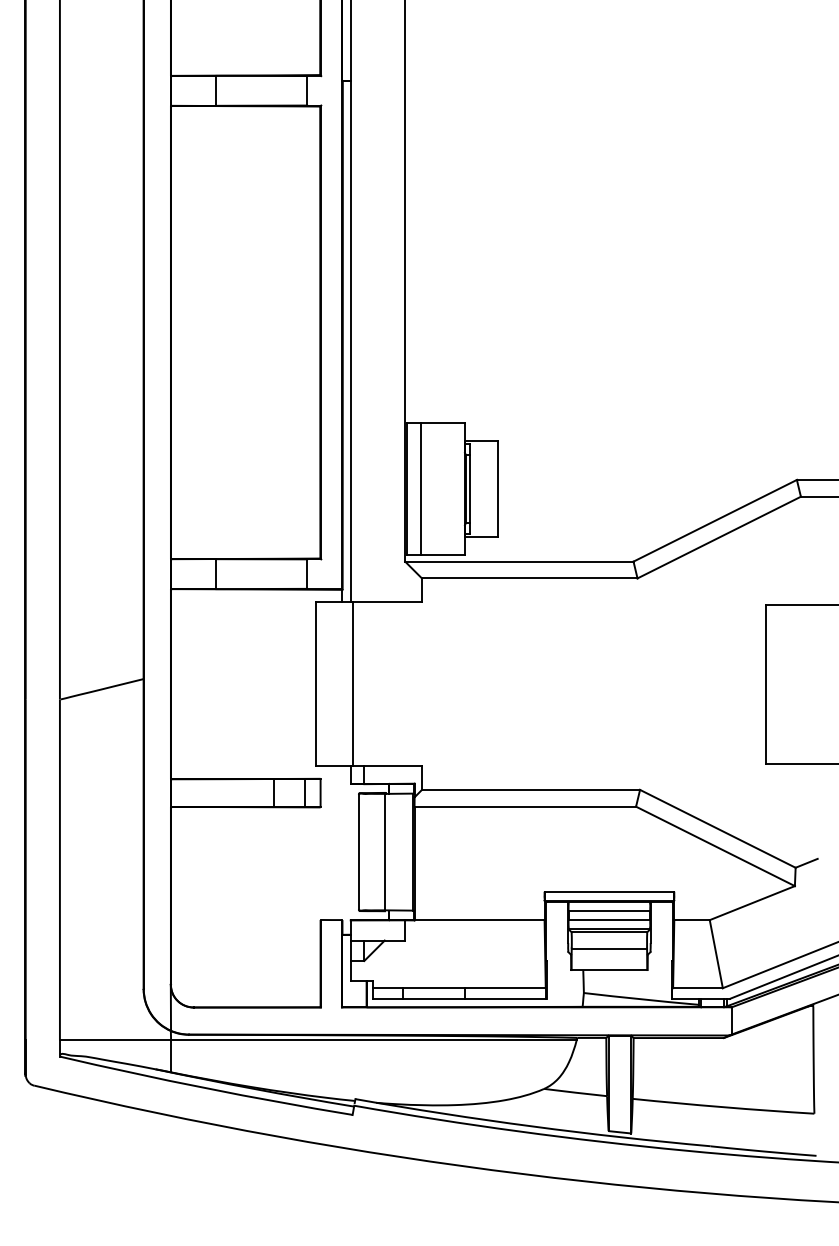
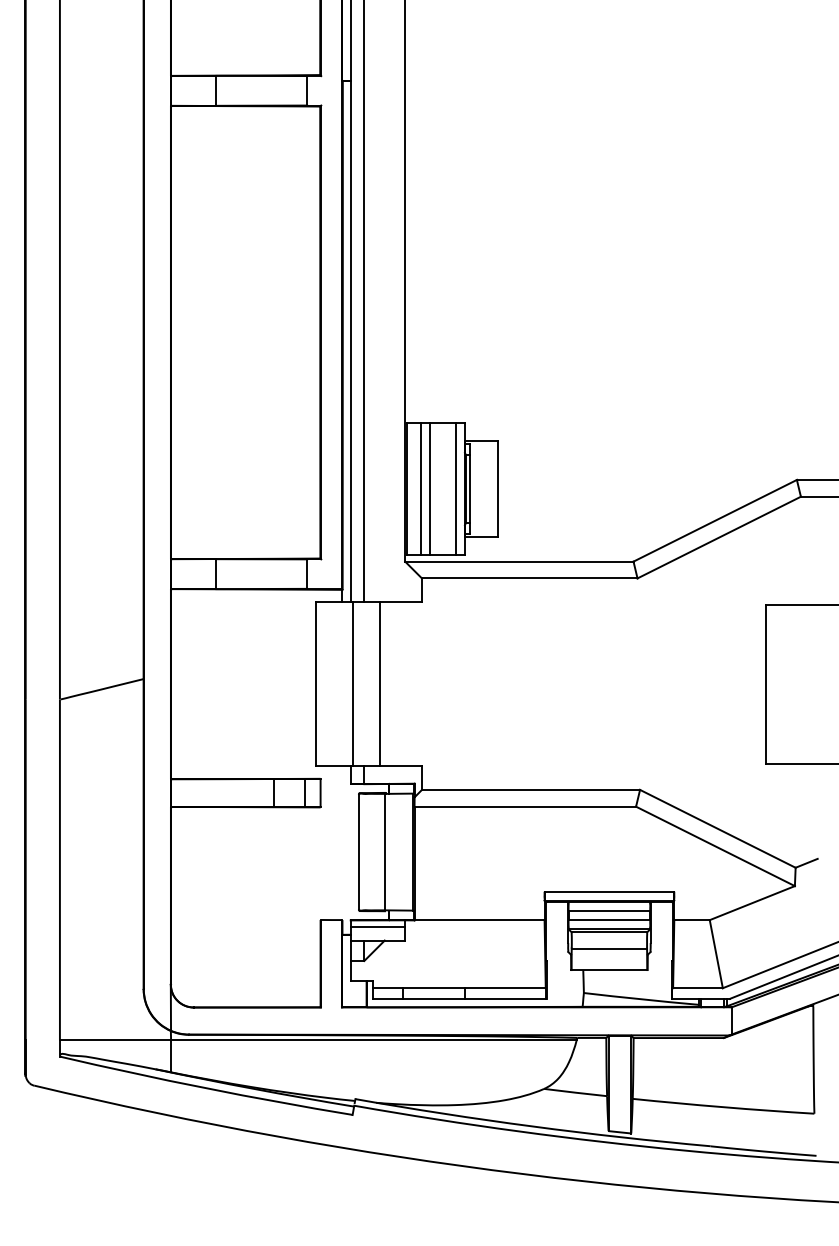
line at (364, 302): none -> present
line at (429, 488): none -> present
line at (455, 488): none -> present
line at (380, 683): none -> present
line at (377, 926): none -> present
